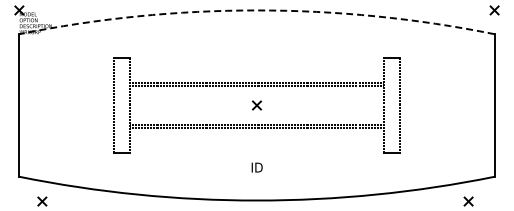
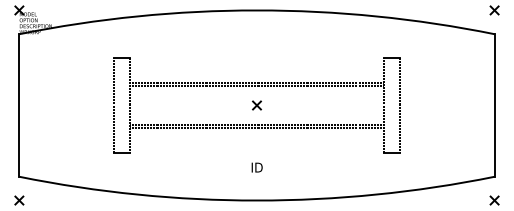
arc at (257, 10): dashed -> solid
part at (42, 201) position: (42, 201) -> (19, 200)
part at (468, 201) position: (468, 201) -> (494, 200)
